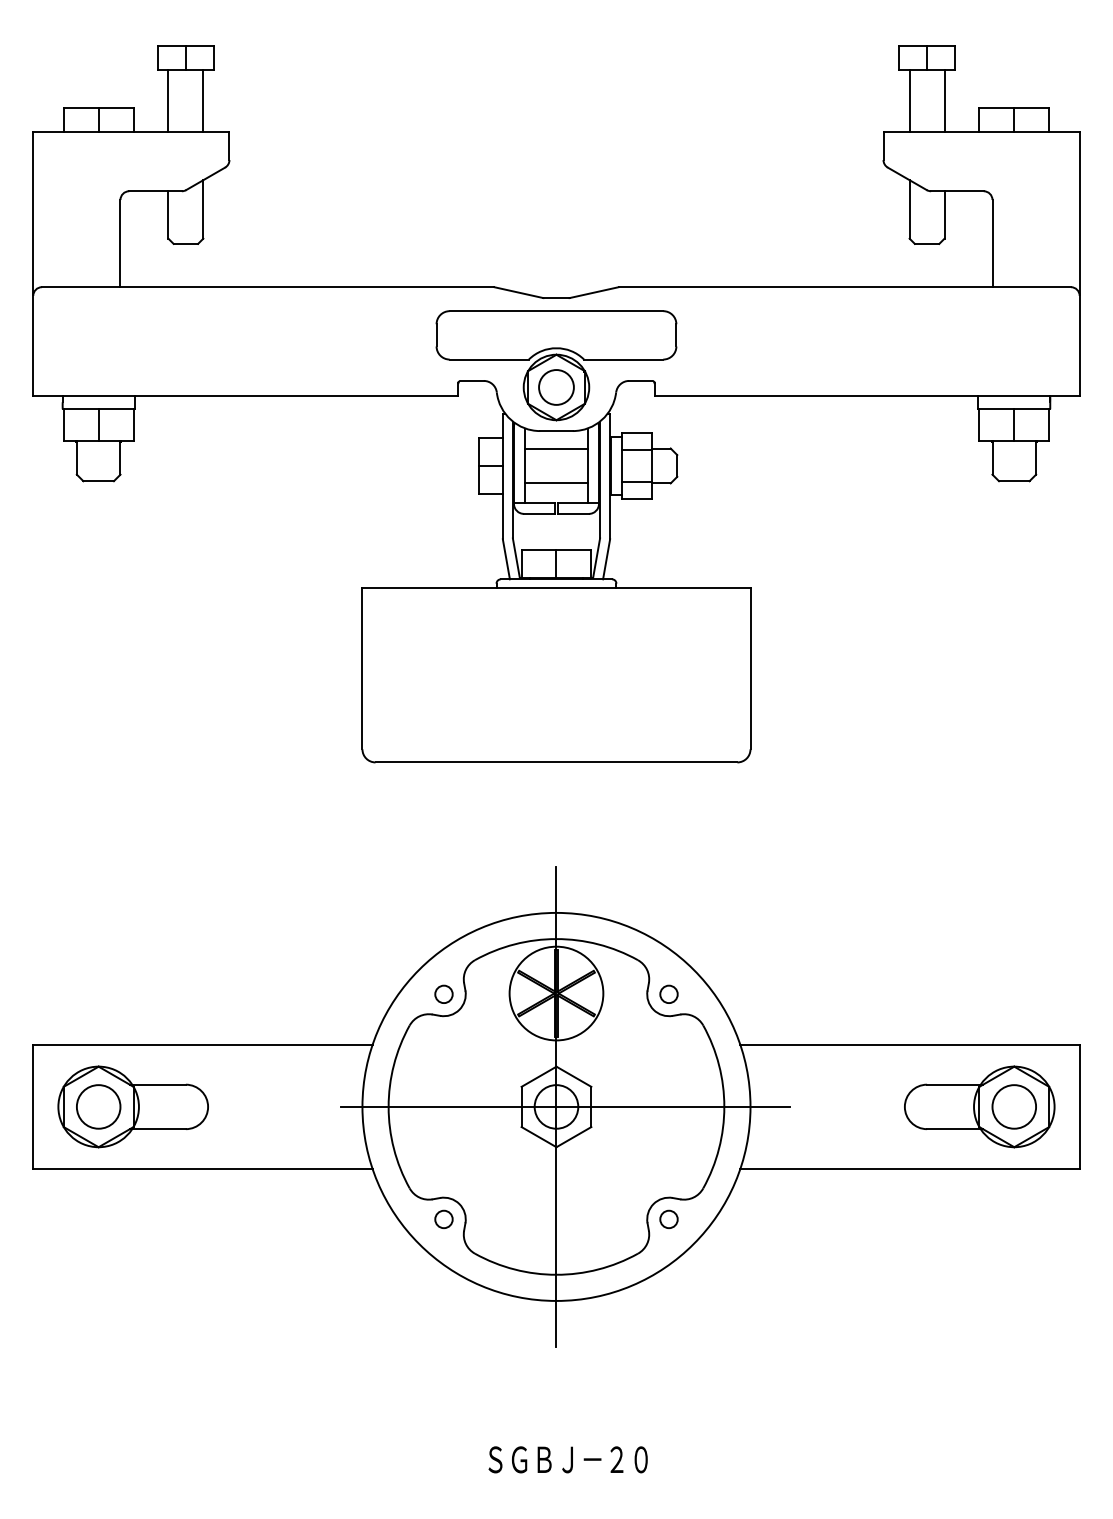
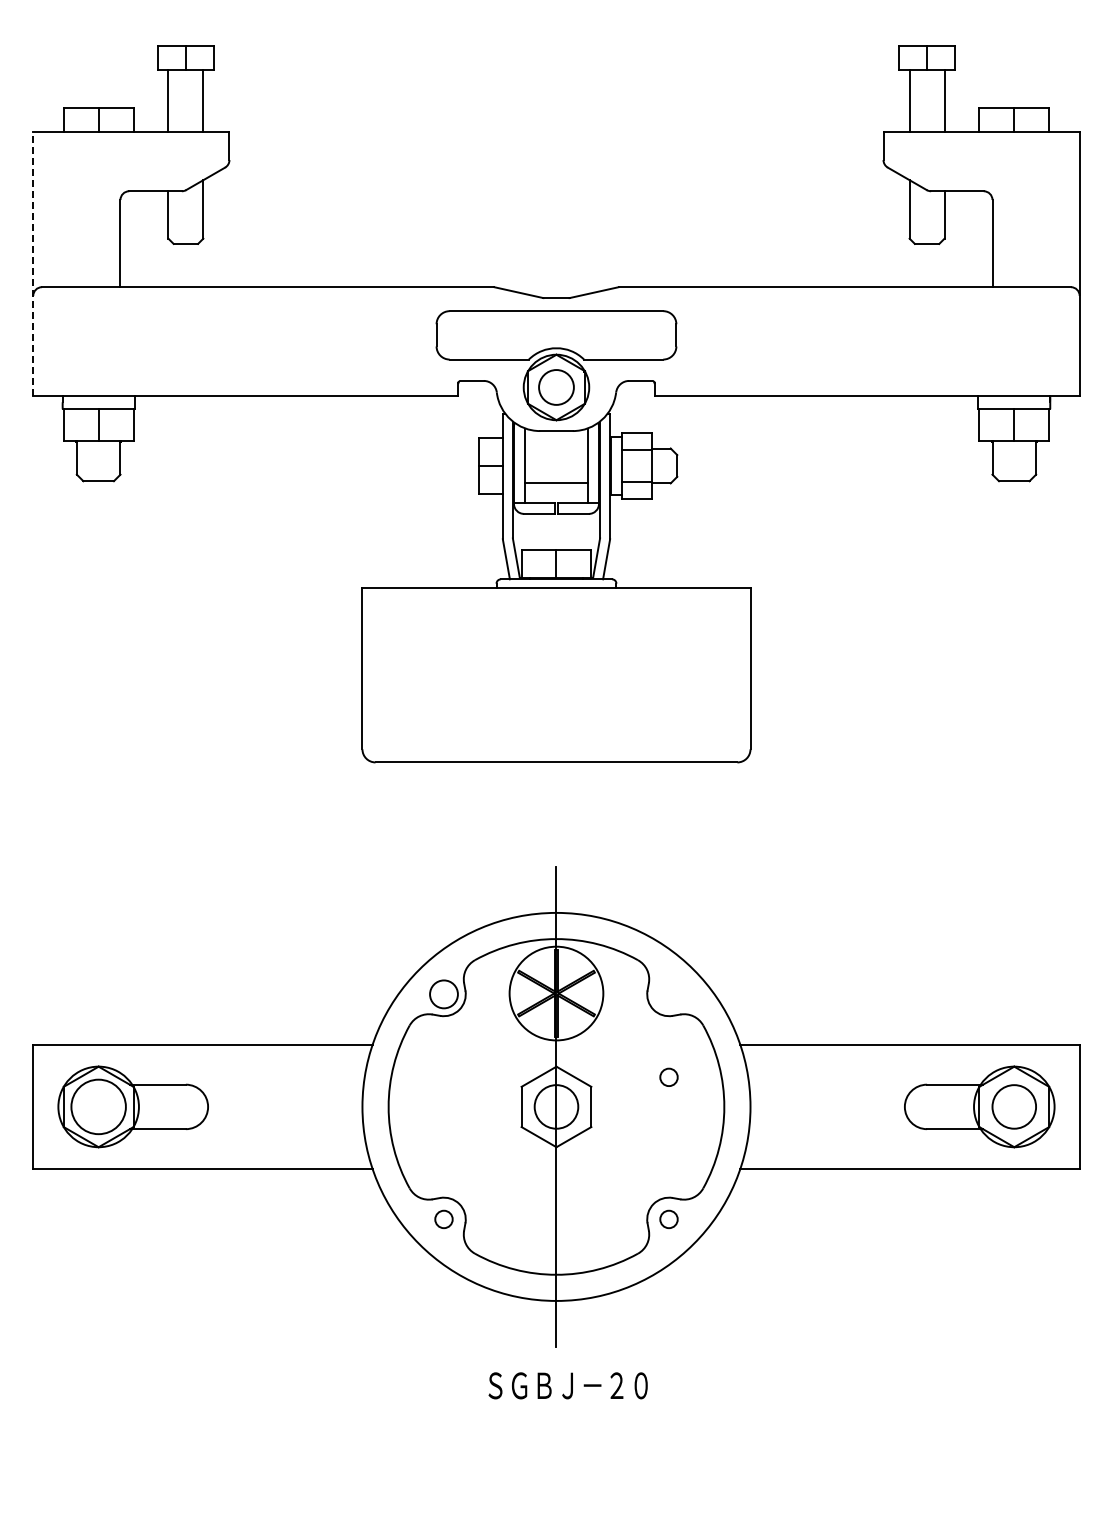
line at (33, 264): solid -> dashed
line at (556, 448): present -> none
circle at (668, 993) position: (668, 993) -> (668, 1076)
circle at (443, 994) diameter: 17 px -> 28 px
circle at (98, 1106) diameter: 44 px -> 55 px
line at (565, 1106): present -> none
text at (567, 1459) position: (567, 1459) -> (567, 1385)
